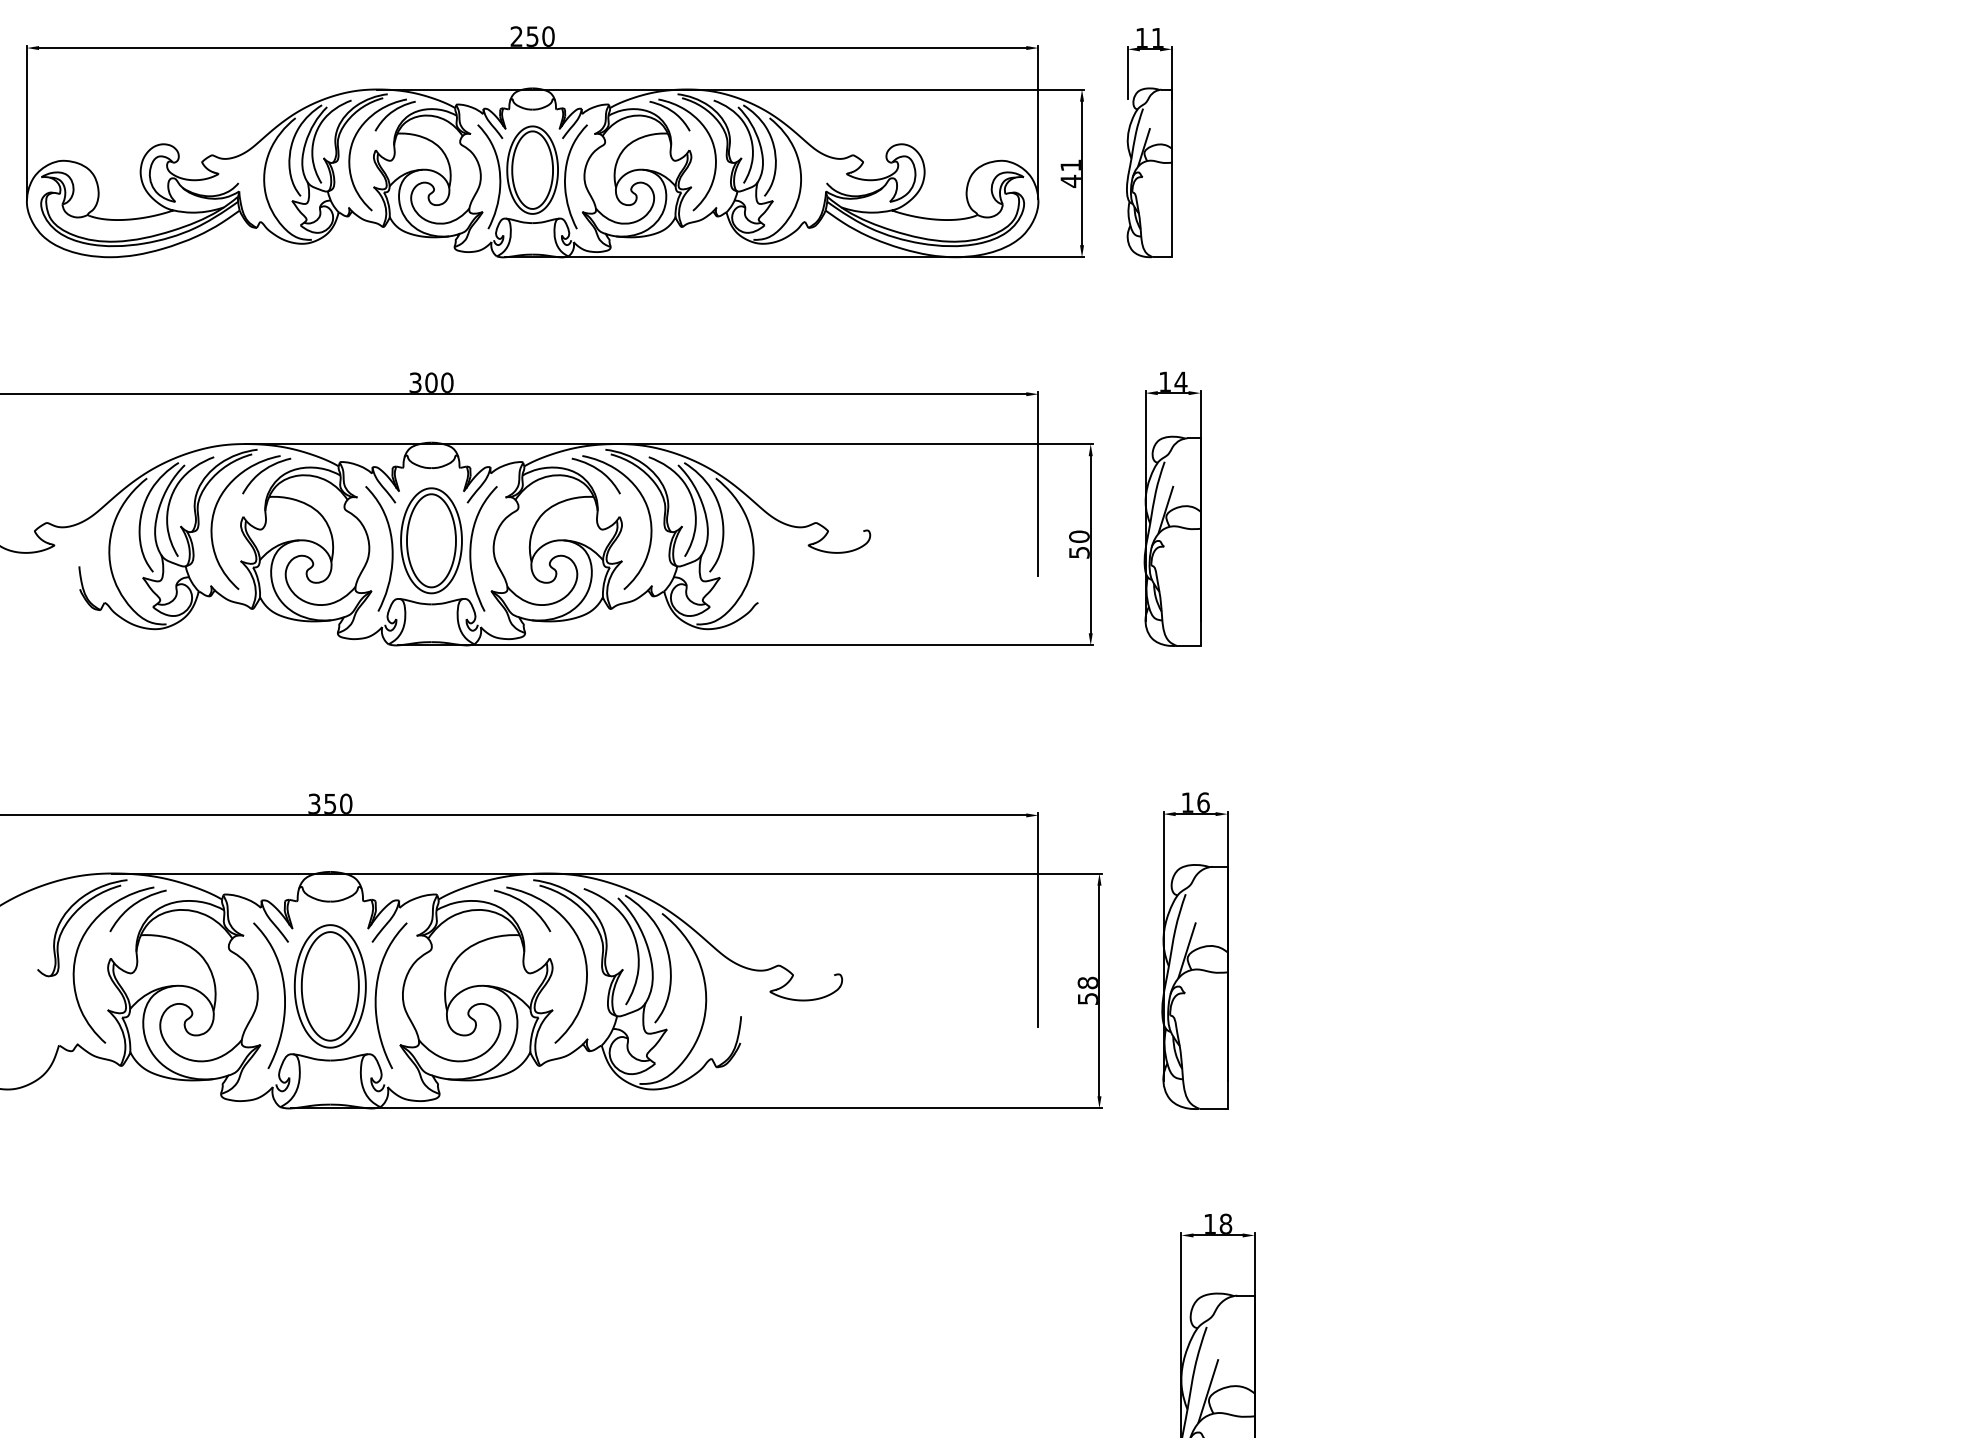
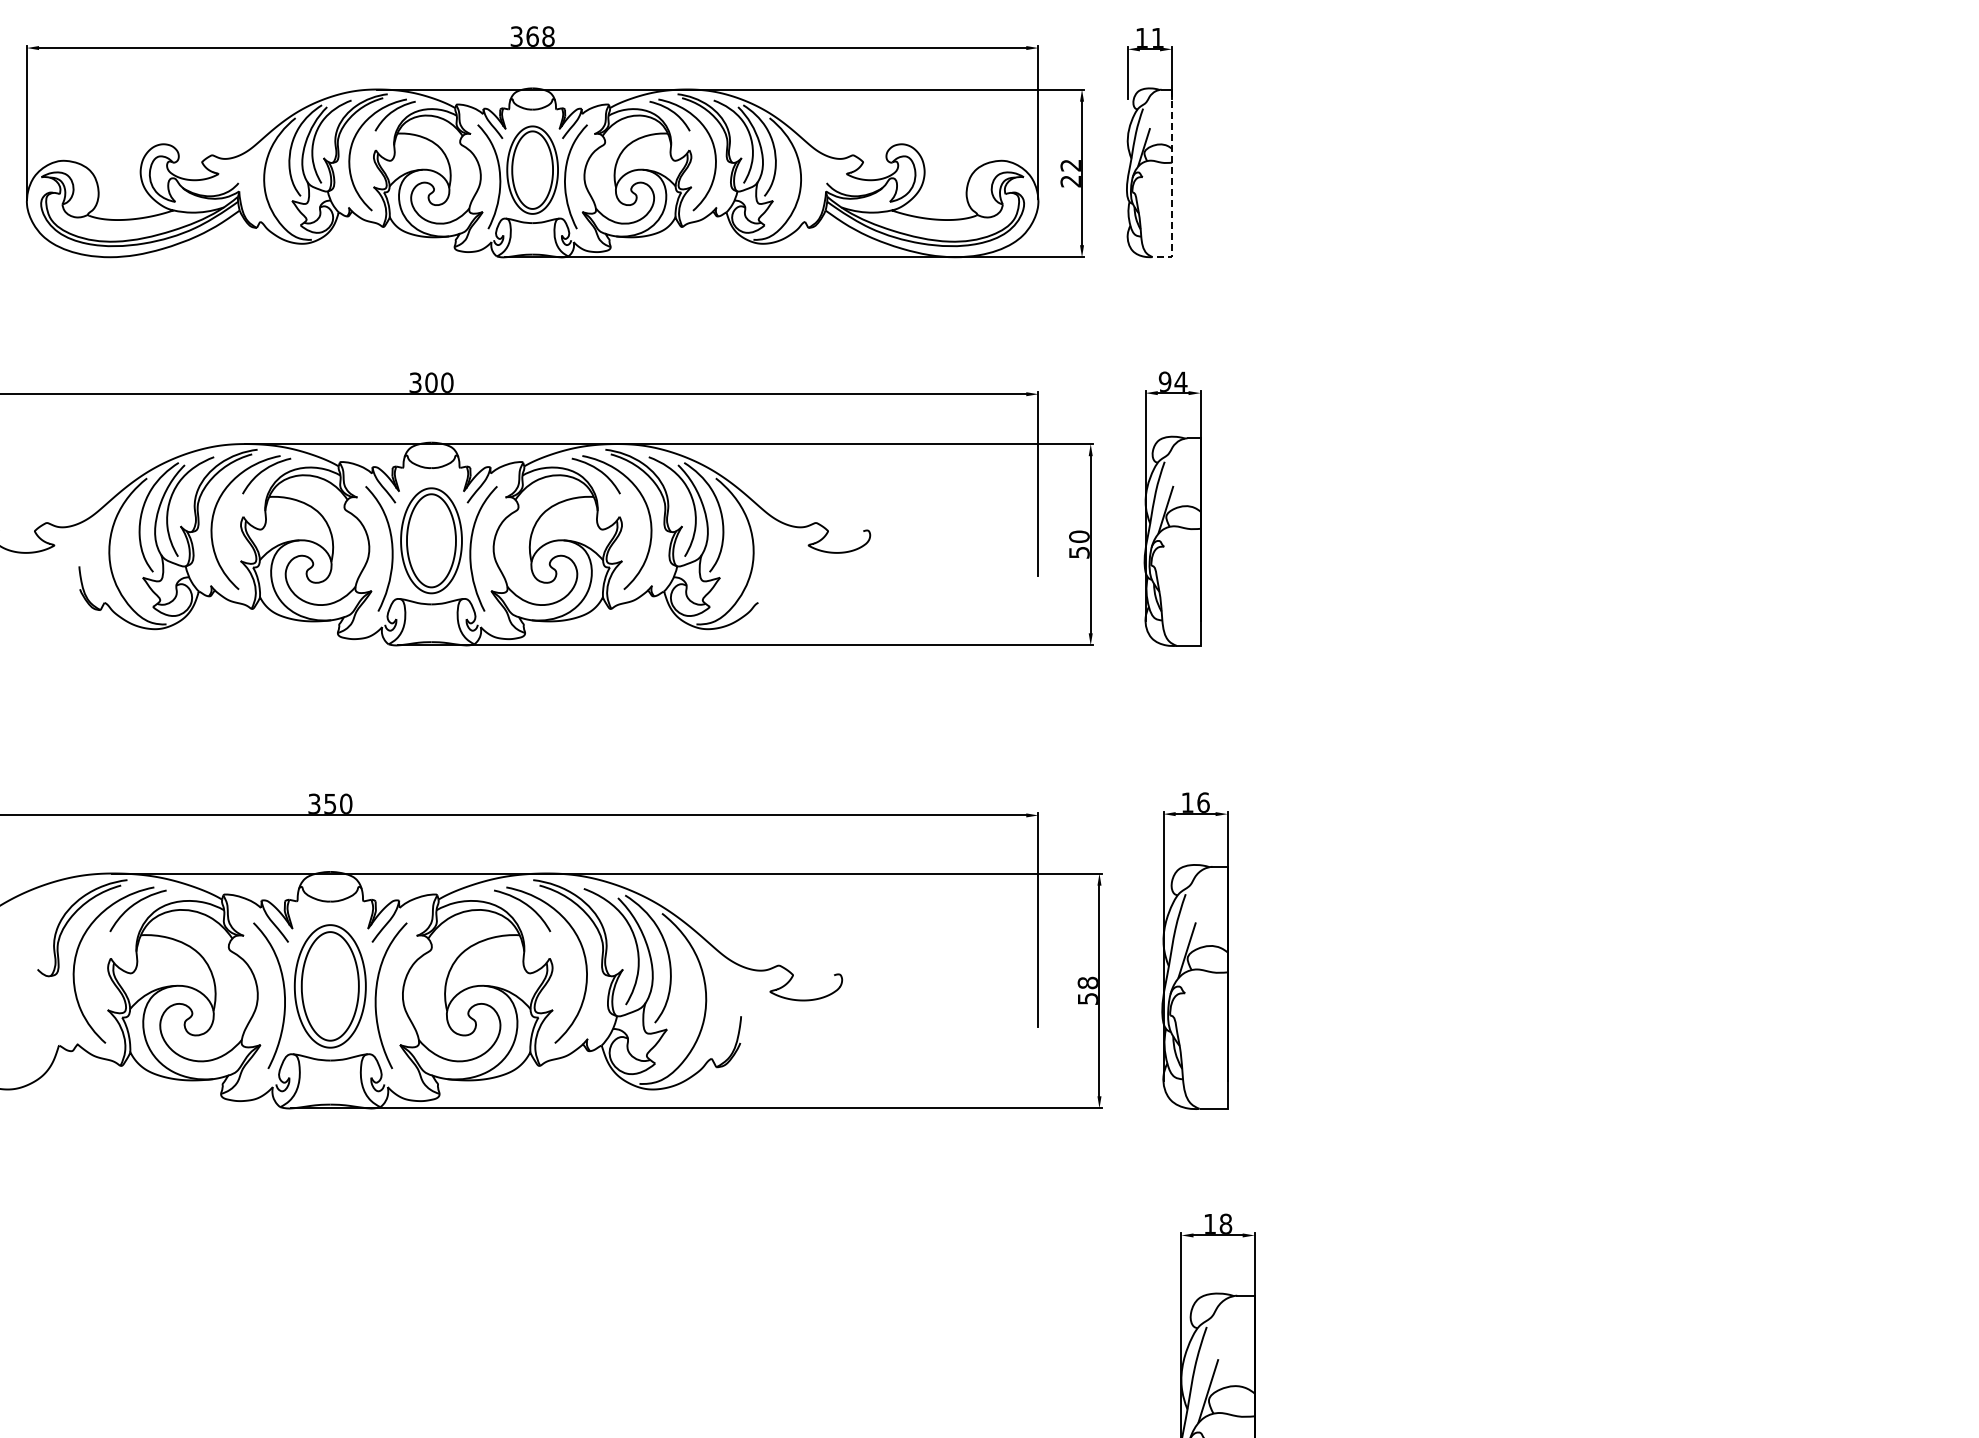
text at (532, 36): 250 -> 368
text at (1070, 173): 41 -> 22
line at (1172, 184): solid -> dashed
text at (1164, 381): 14 -> 94
